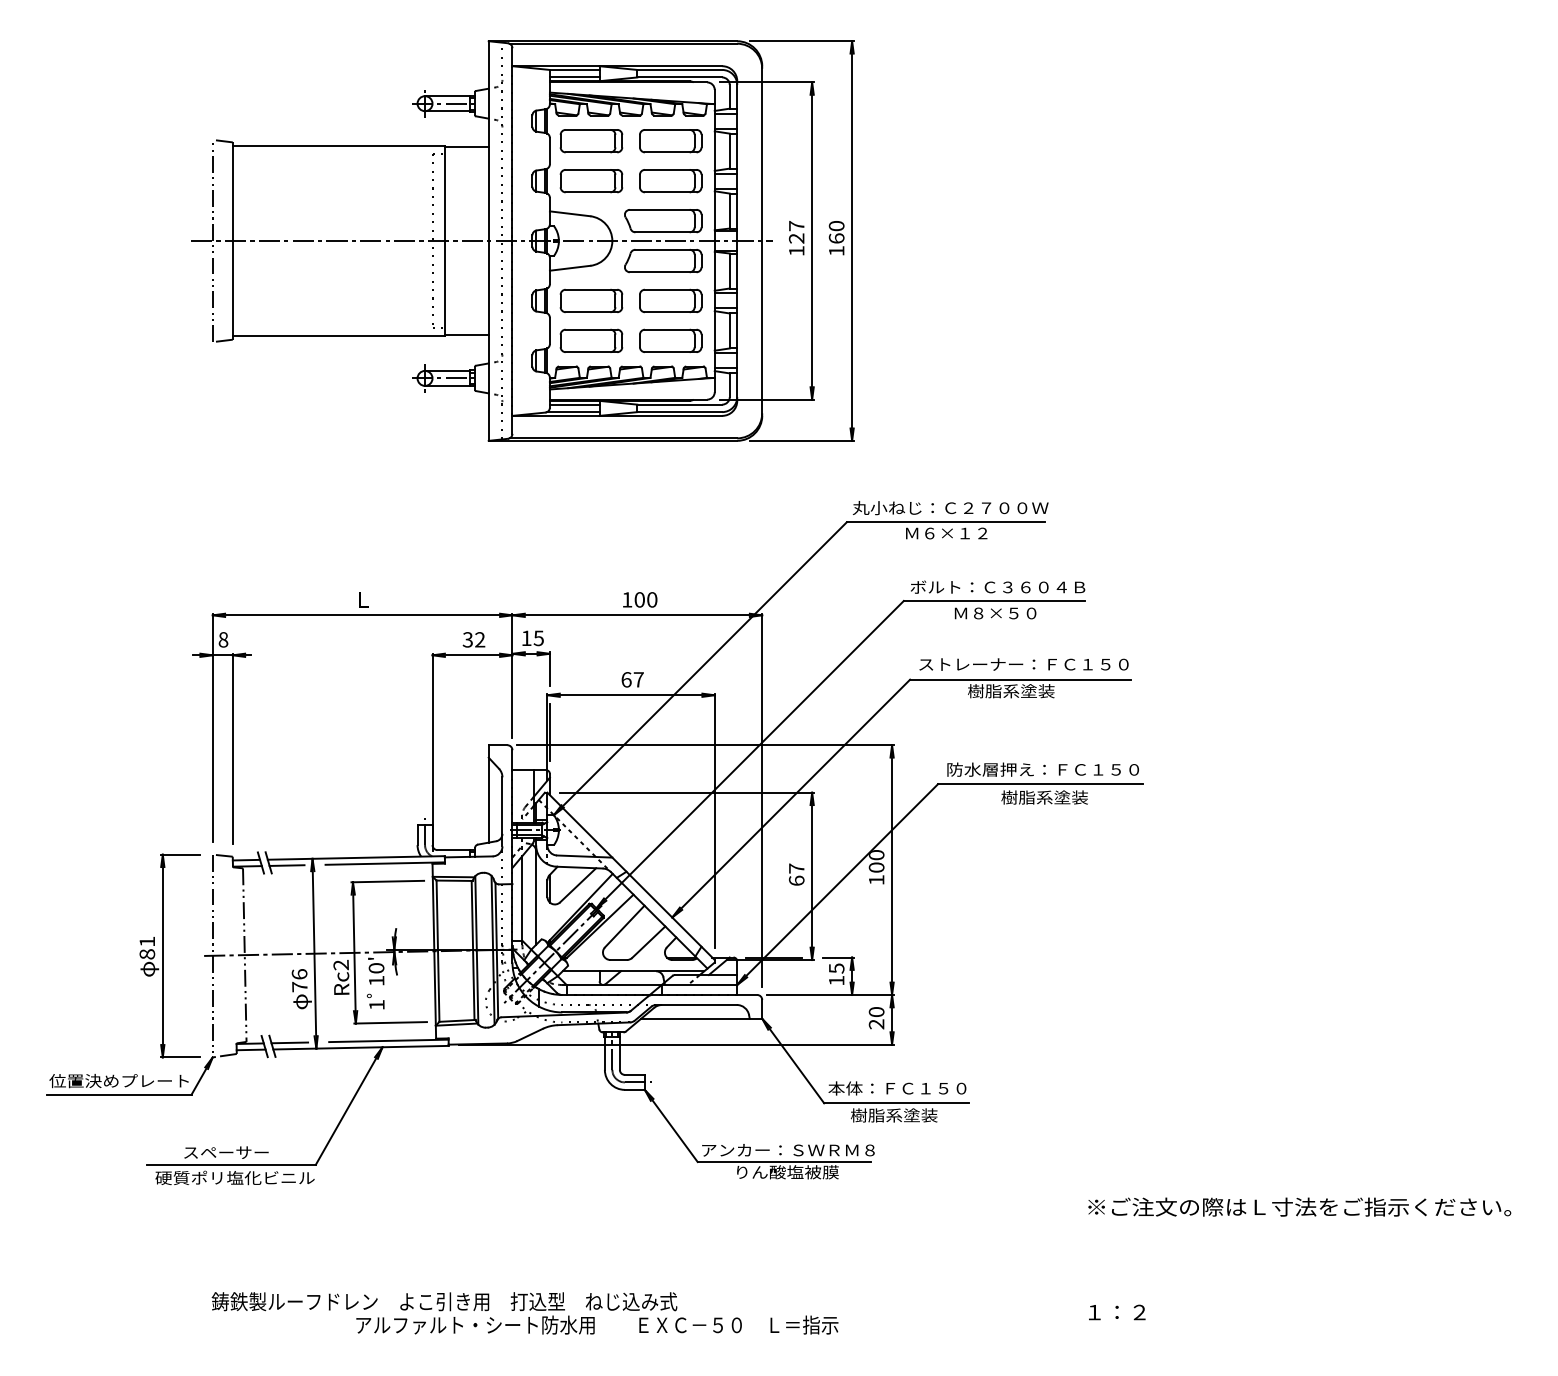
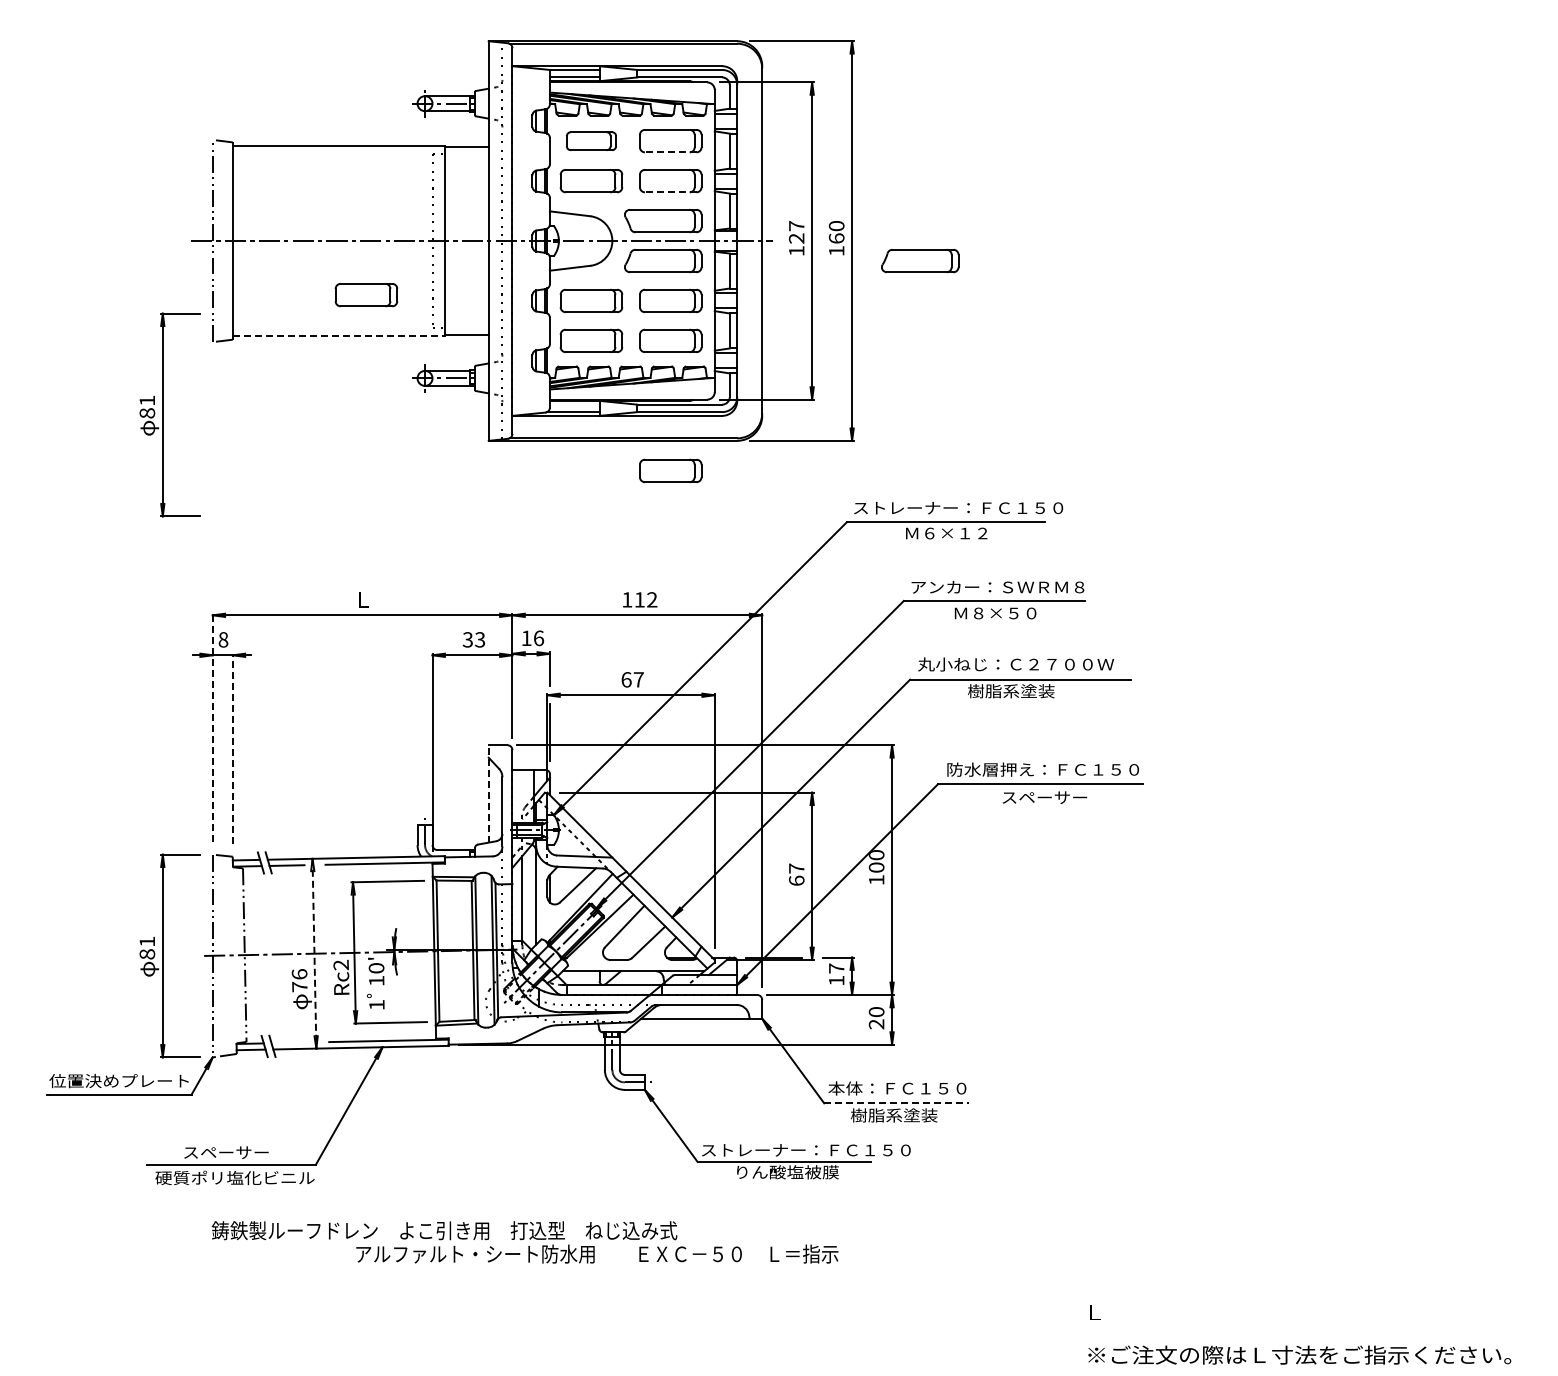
part at (591, 141) size: 65x25 px -> 51x20 px
line at (670, 152): solid -> dashed
line at (670, 192): solid -> dashed
part at (920, 261): none -> present
part at (366, 295): none -> present
line at (339, 335): solid -> dashed
line at (574, 404): present -> none
part at (169, 414): none -> present
part at (670, 470): none -> present
text at (957, 508): 丸小ねじ：Ｃ２７００Ｗ -> ストレーナー：ＦＣ１５０
text at (997, 586): ボルト：Ｃ３６０４Ｂ -> アンカー：ＳＷＲＭ８
text at (645, 599): 100 -> 112
text at (538, 638): 15 -> 16
text at (480, 639): 32 -> 33
text at (1023, 664): ストレーナー：ＦＣ１５０ -> 丸小ねじ：Ｃ２７００Ｗ
line at (212, 727): solid -> dashed
line at (232, 748): solid -> dashed
line at (488, 793): solid -> dashed
text at (1044, 797): 樹脂系塗装 -> スペーサー
line at (314, 953): solid -> dashed
text at (836, 968): 15 -> 17
line at (289, 1042): present -> none
line at (897, 1103): solid -> dashed
text at (806, 1150): アンカー：ＳＷＲＭ８ -> ストレーナー：ＦＣ１５０
text at (1299, 1206) position: (1299, 1206) -> (1299, 1354)
text at (1117, 1312): １：２ -> Ｌ
text at (524, 1313) position: (524, 1313) -> (524, 1242)
